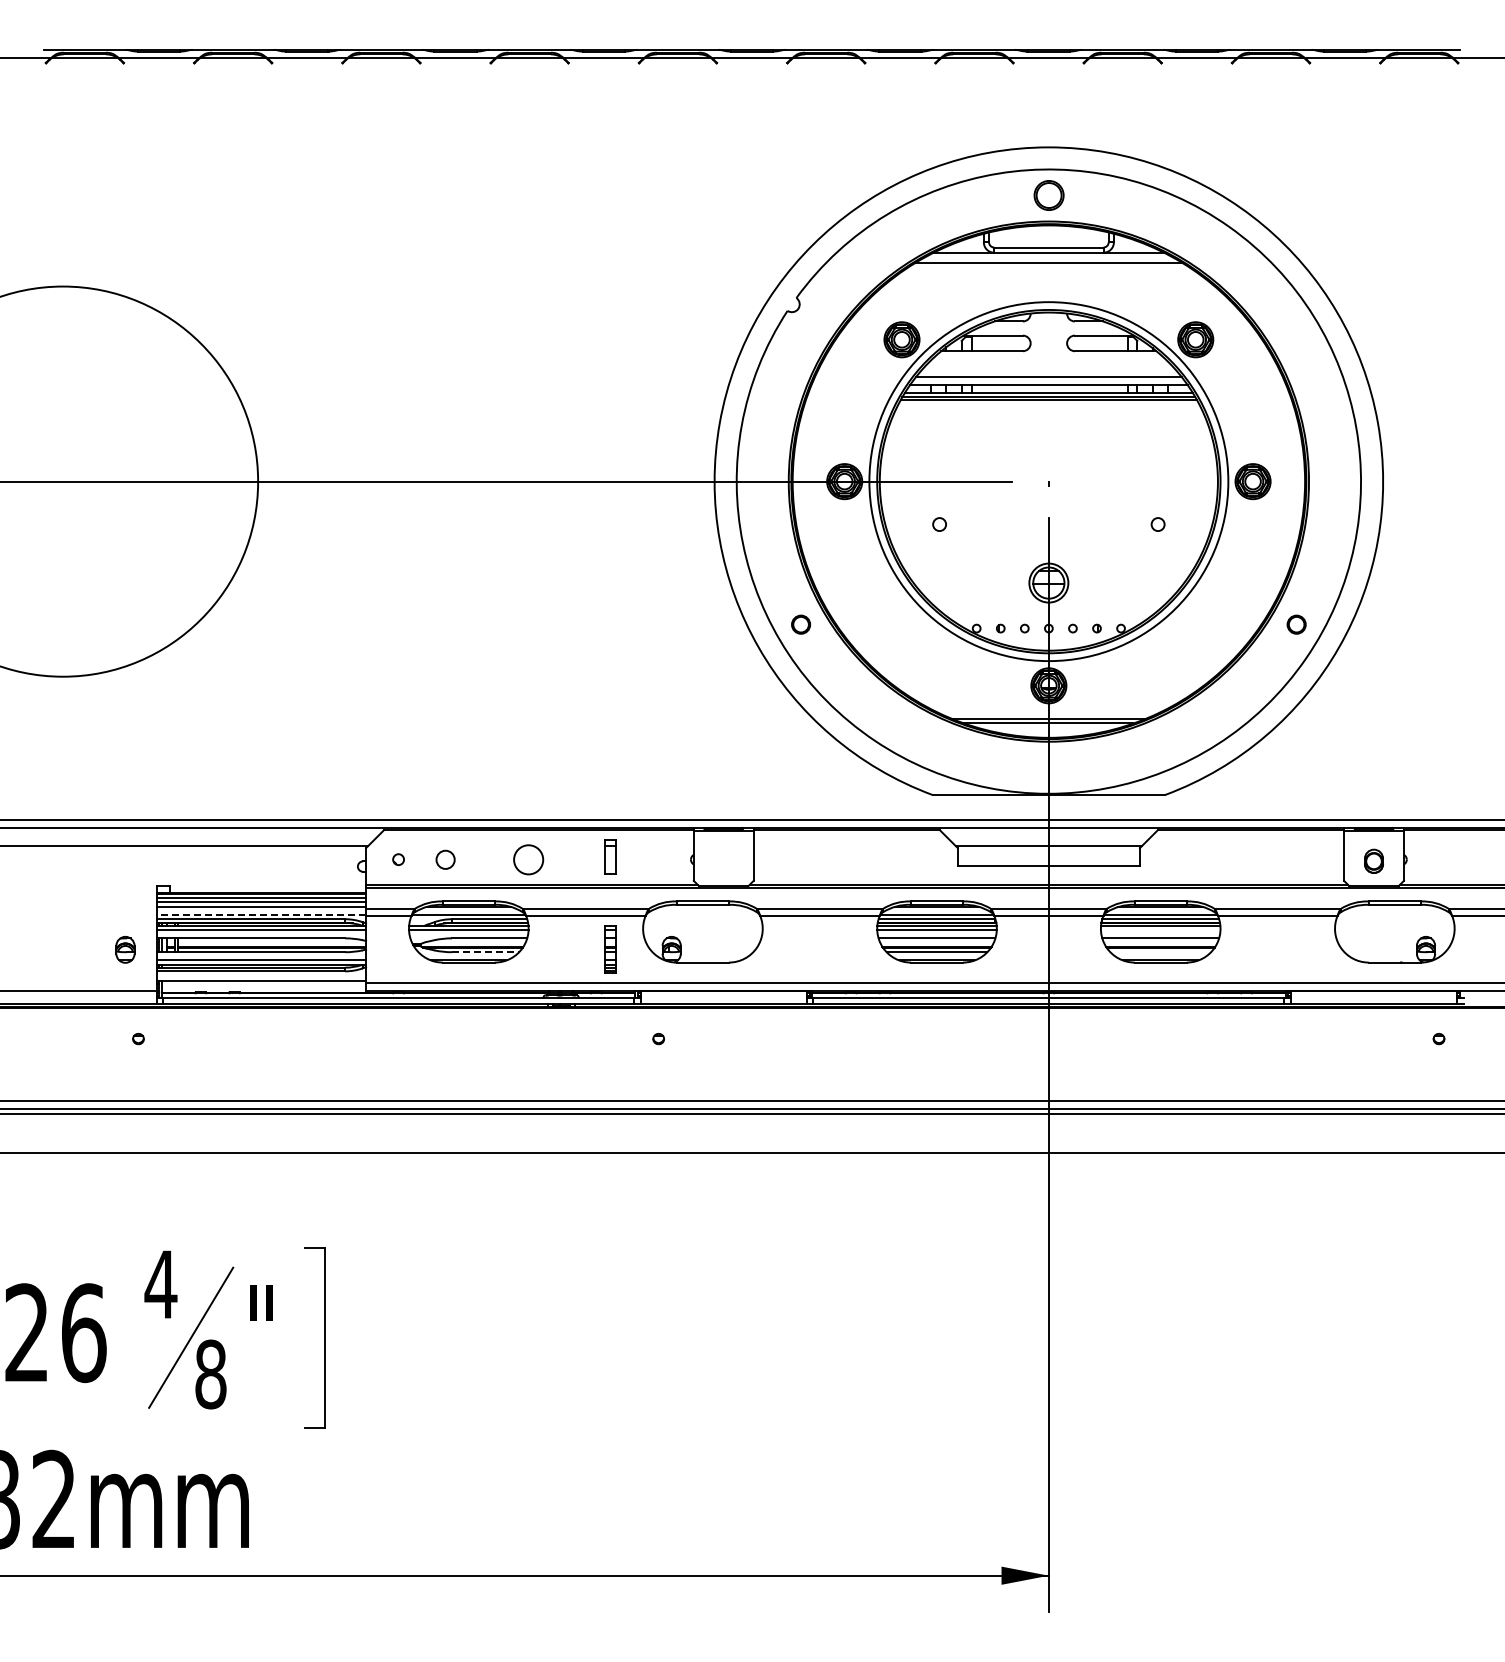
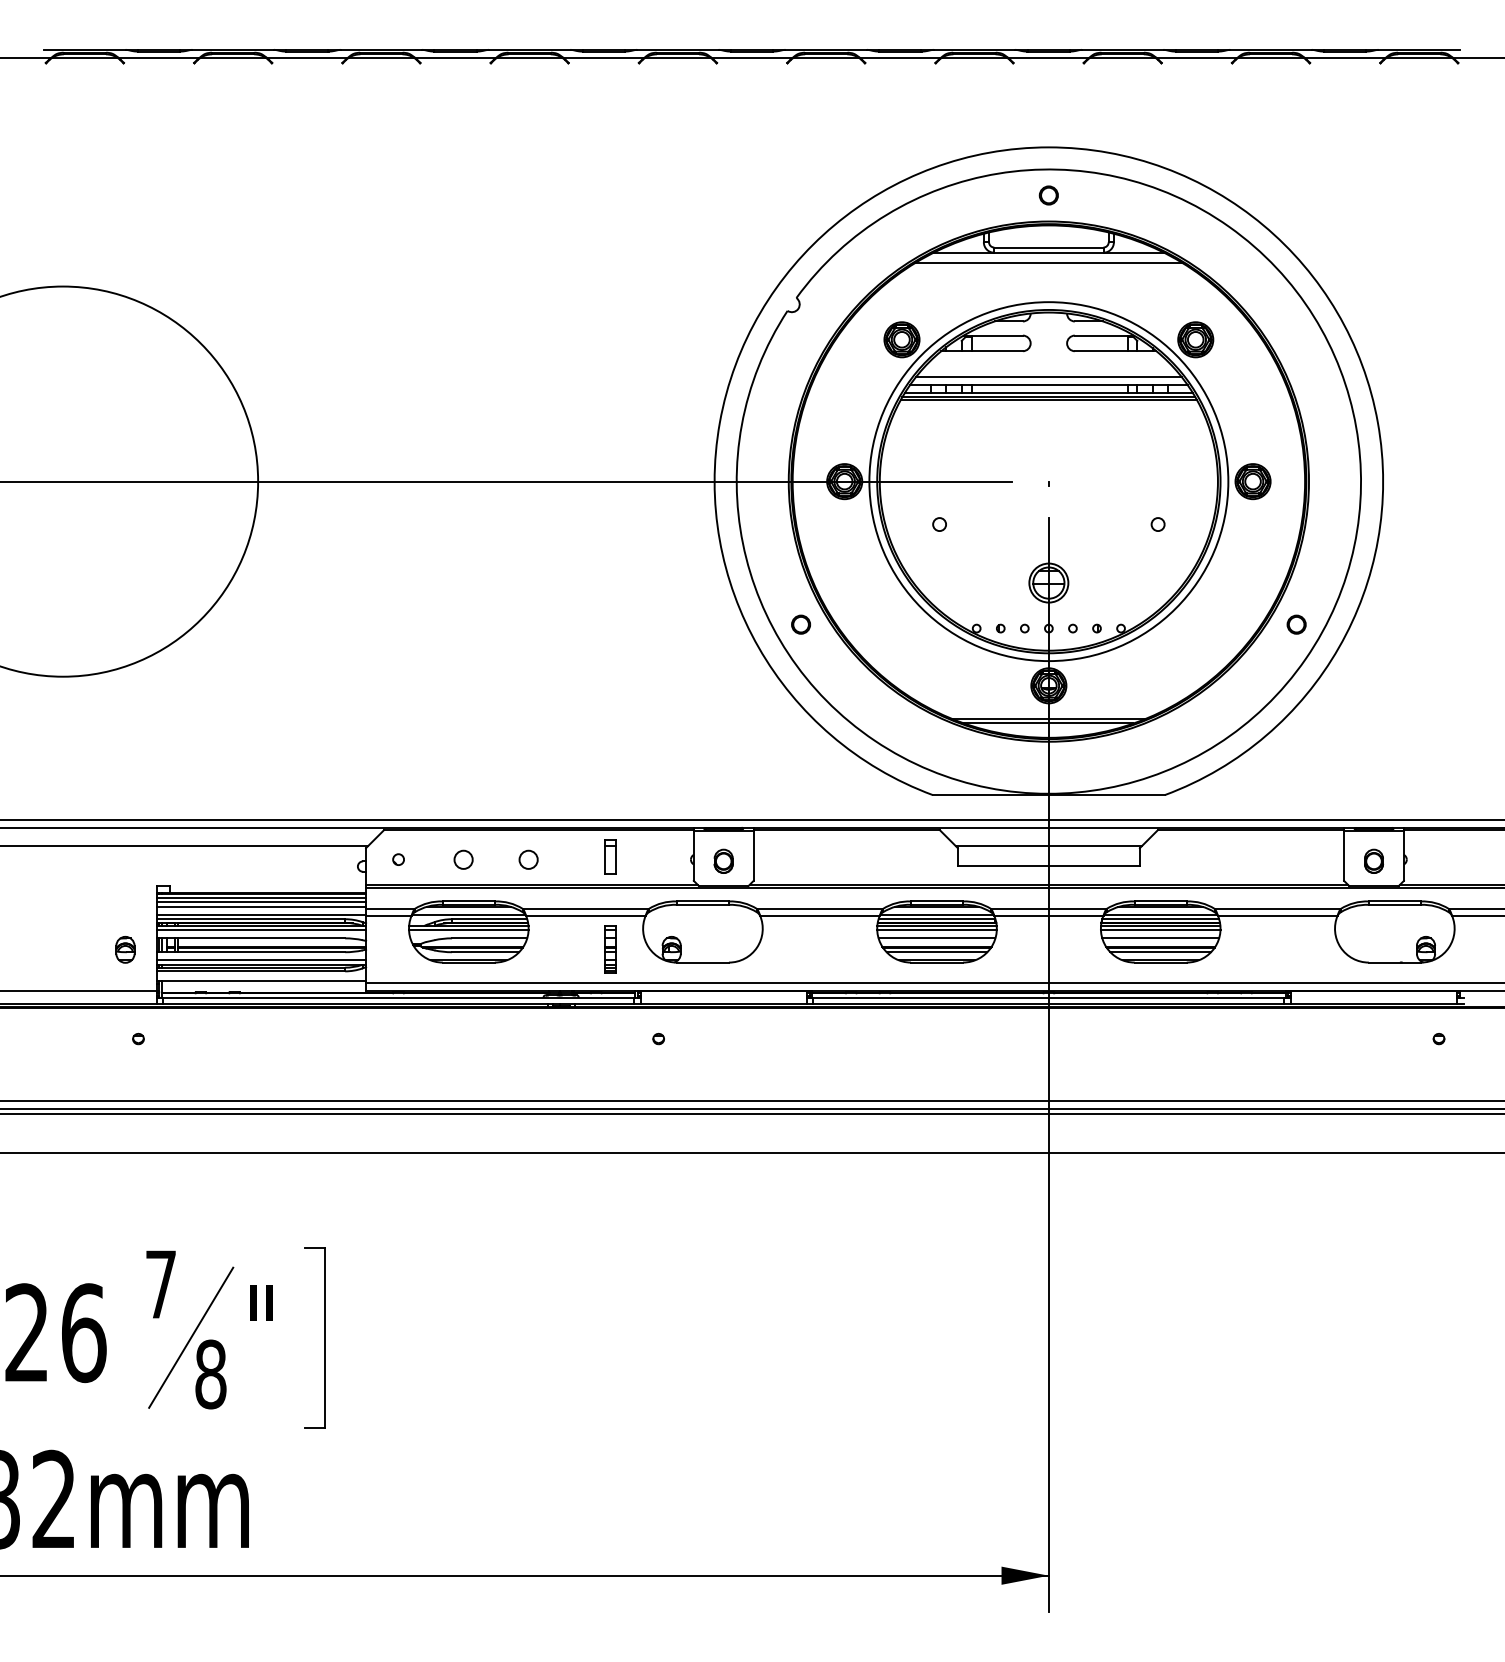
circle at (1048, 195) size: 32x31 px -> 21x21 px
circle at (445, 859) position: (445, 859) -> (463, 859)
circle at (528, 859) diameter: 29 px -> 18 px
part at (723, 860): none -> present
line at (261, 914): dashed -> solid
line at (1160, 930): none -> present
line at (485, 952): dashed -> solid
line at (1160, 952): none -> present
text at (160, 1284): 4 -> 7
